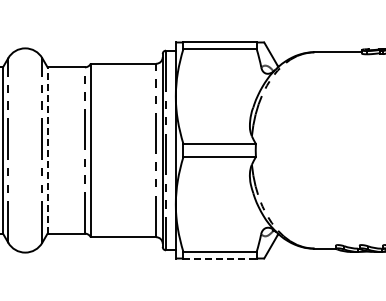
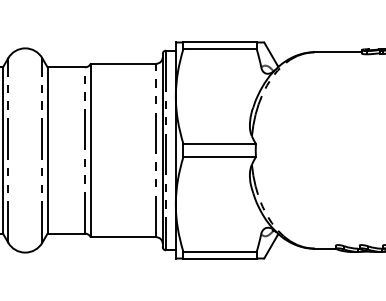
line at (47, 150): dashed -> solid
line at (220, 258): dashed -> solid
